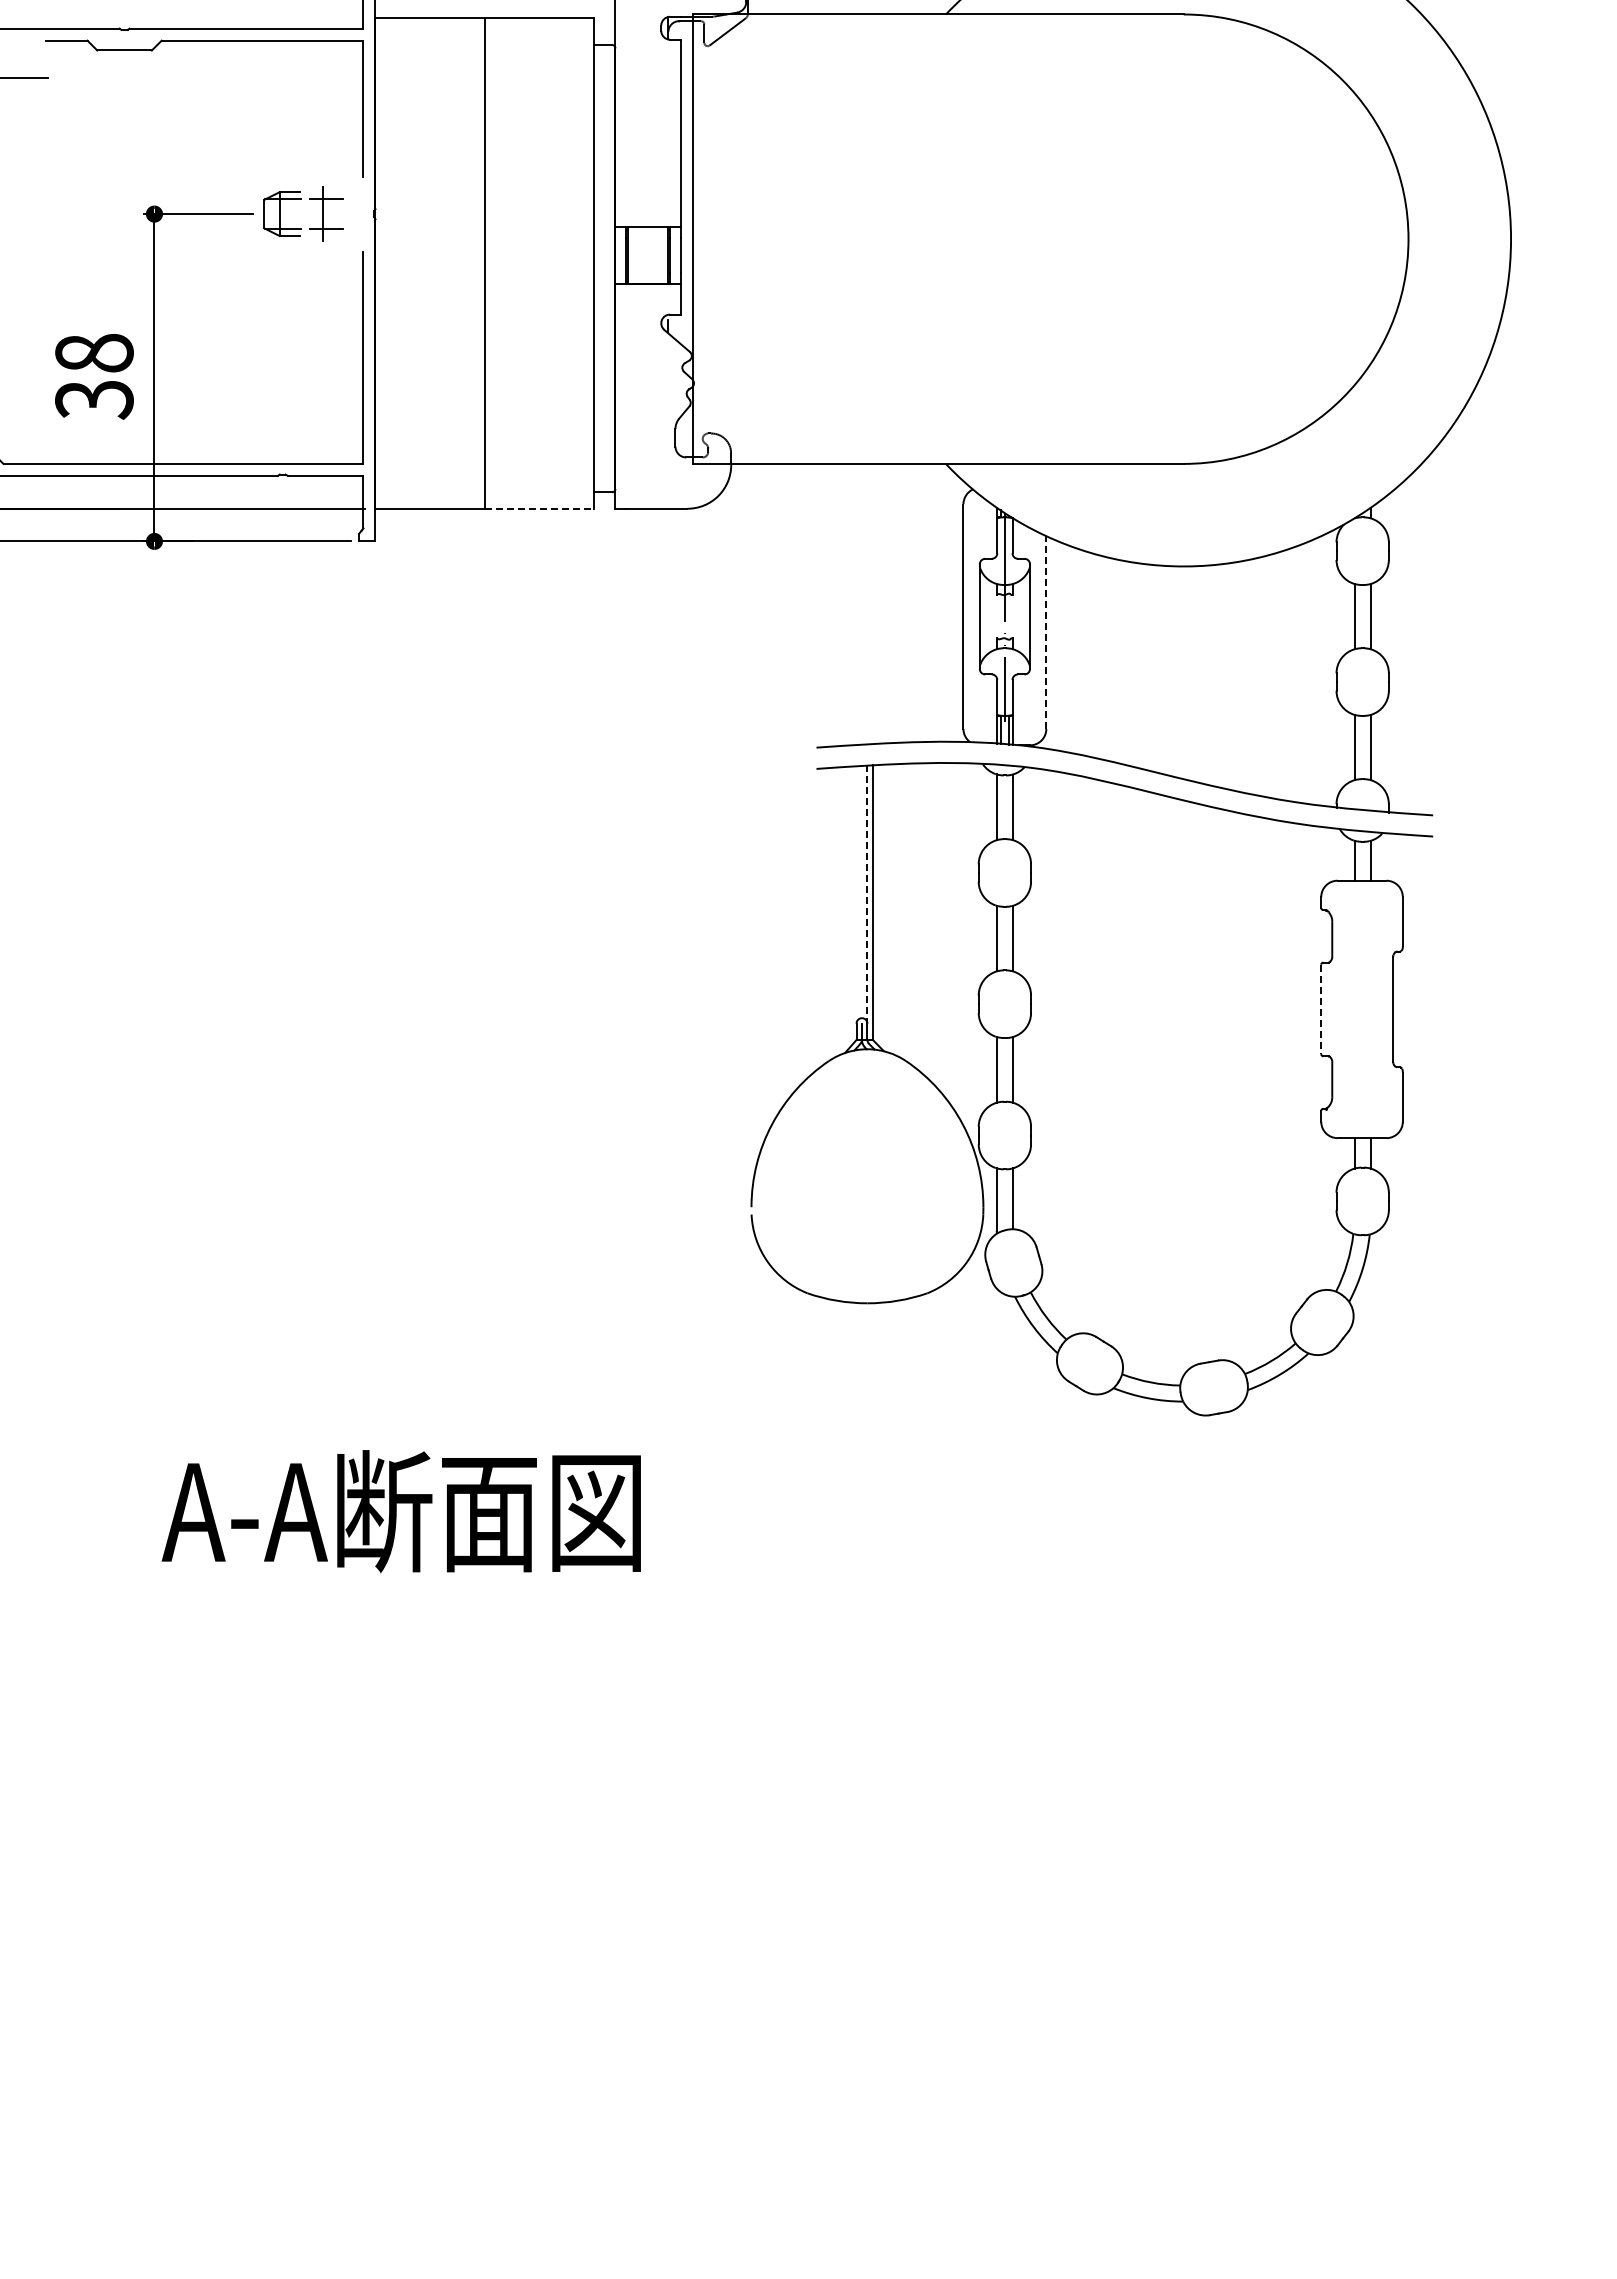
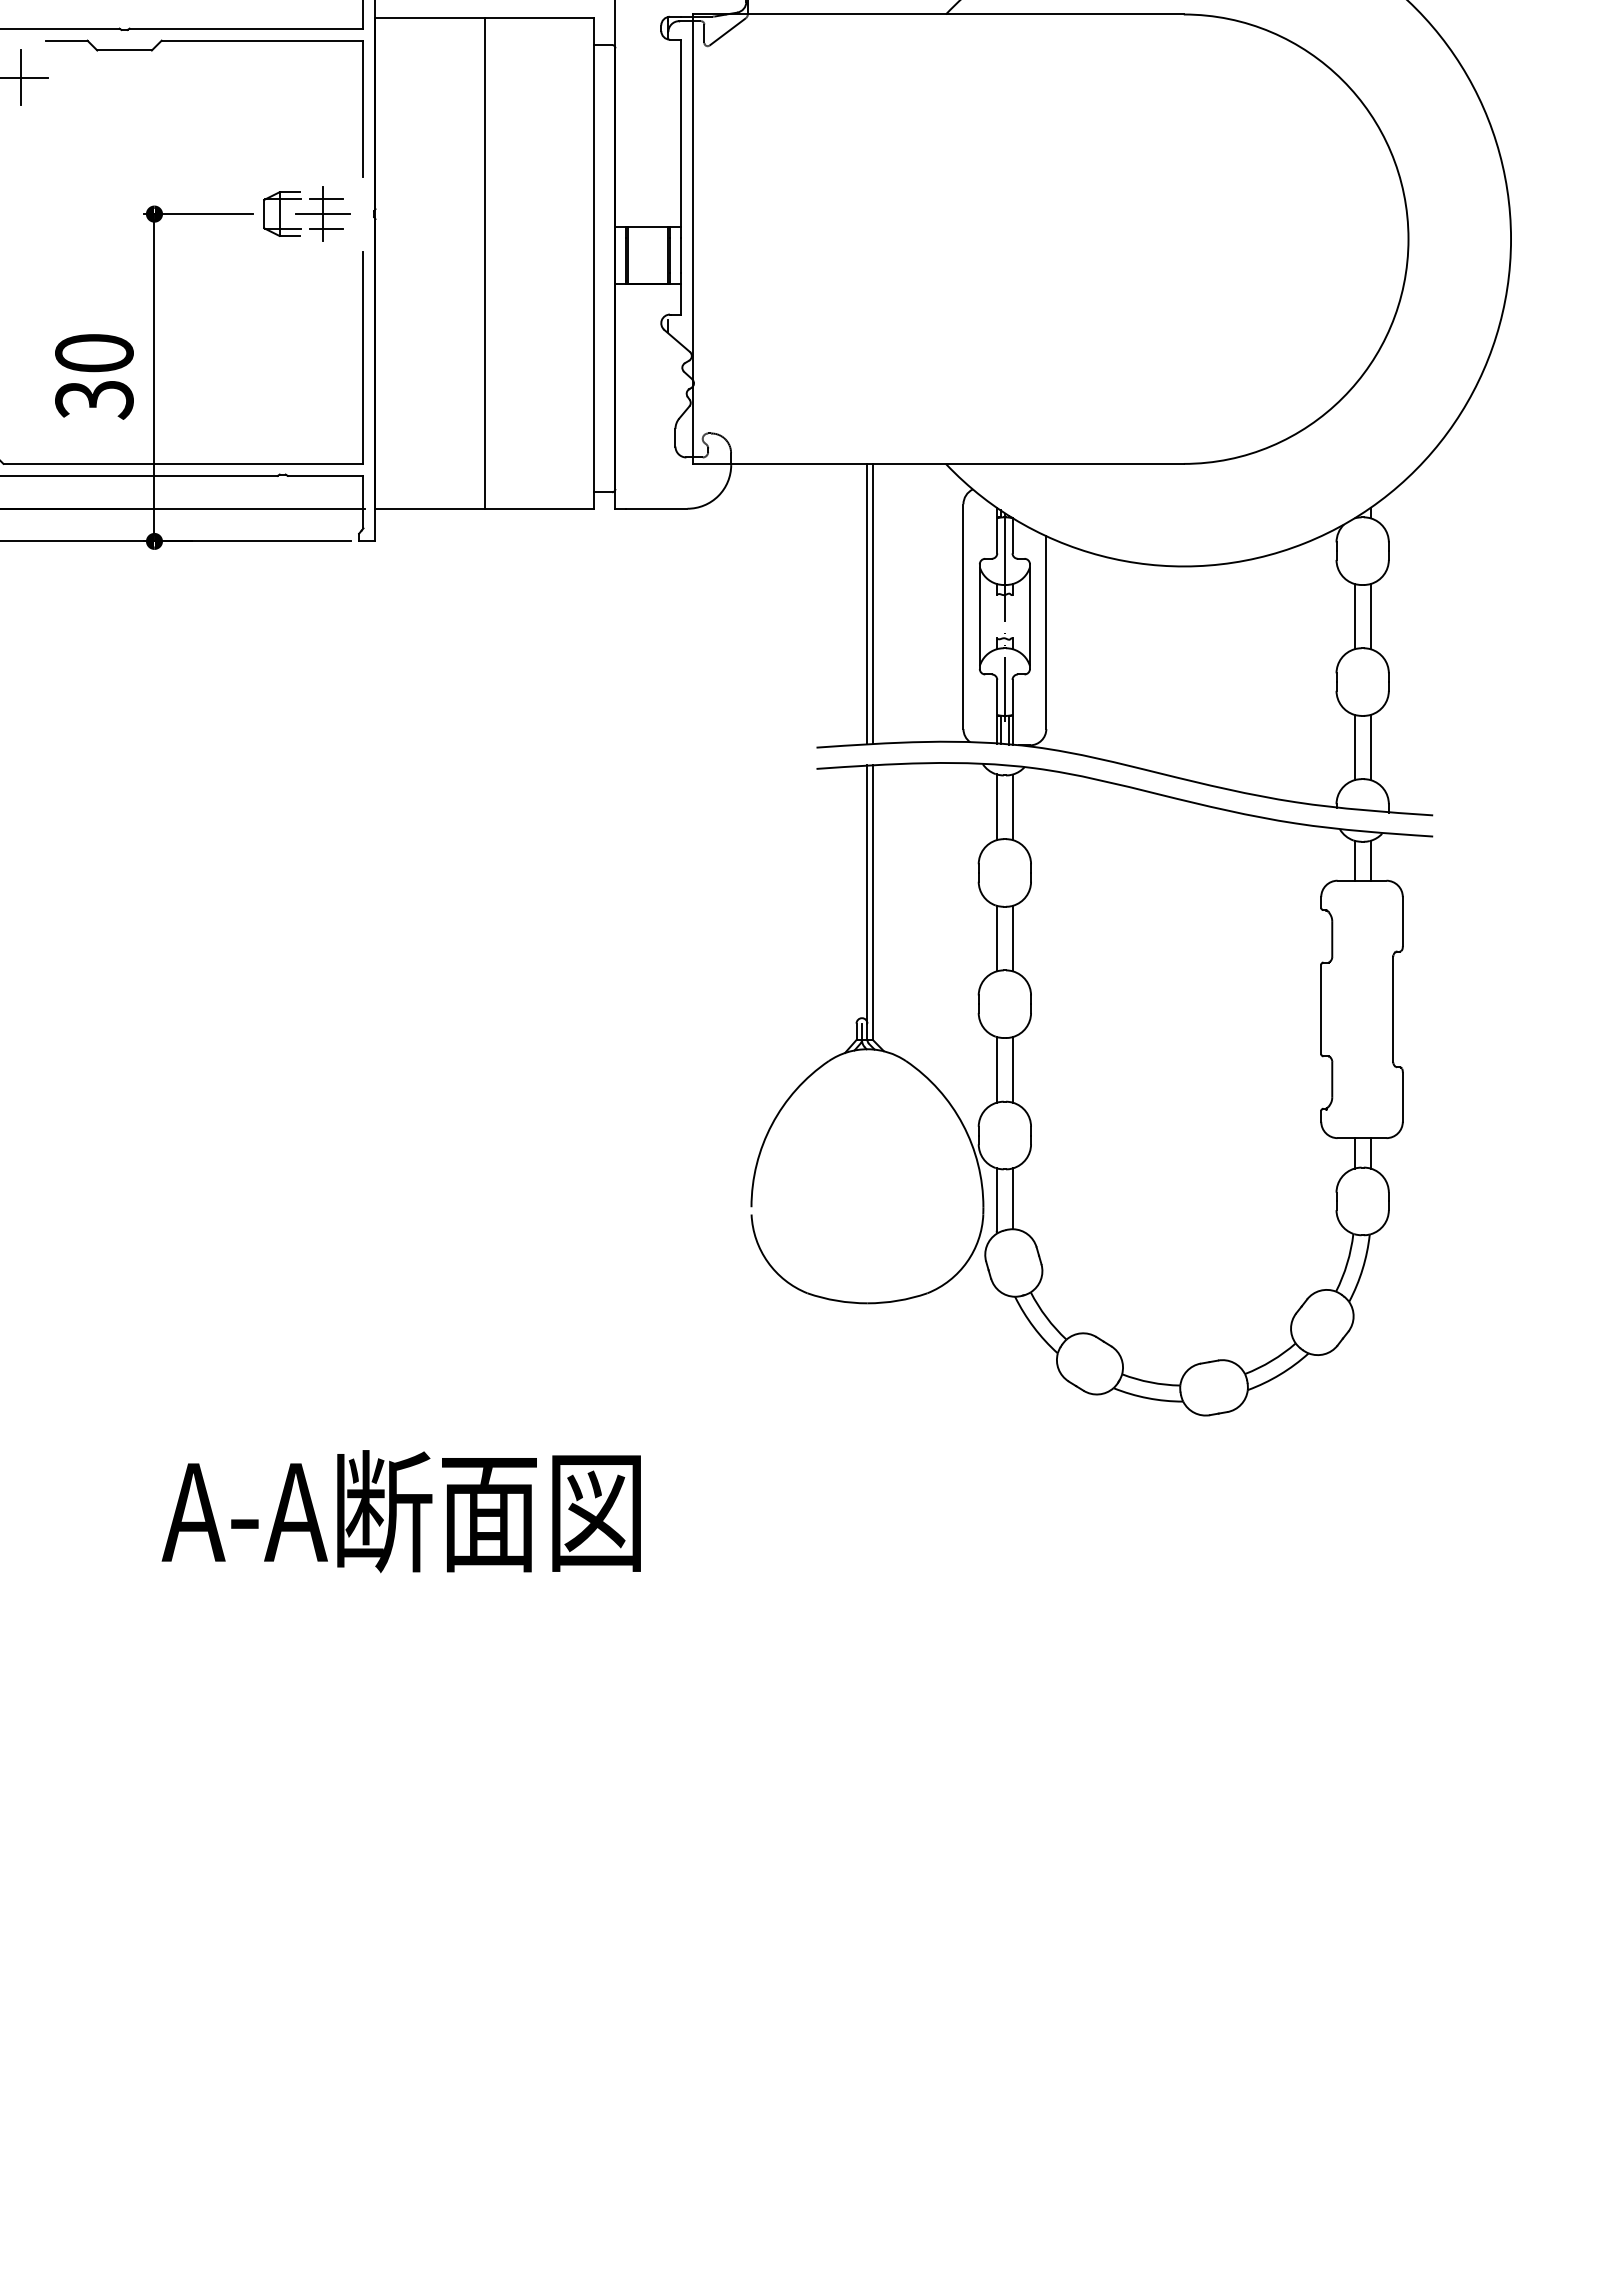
line at (20, 77): none -> present
line at (322, 214): none -> present
text at (94, 353): 38 -> 30
line at (539, 508): dashed -> solid
line at (867, 603): none -> present
line at (872, 603): none -> present
line at (1046, 632): dashed -> solid
line at (867, 894): dashed -> solid
line at (1321, 1009): dashed -> solid
